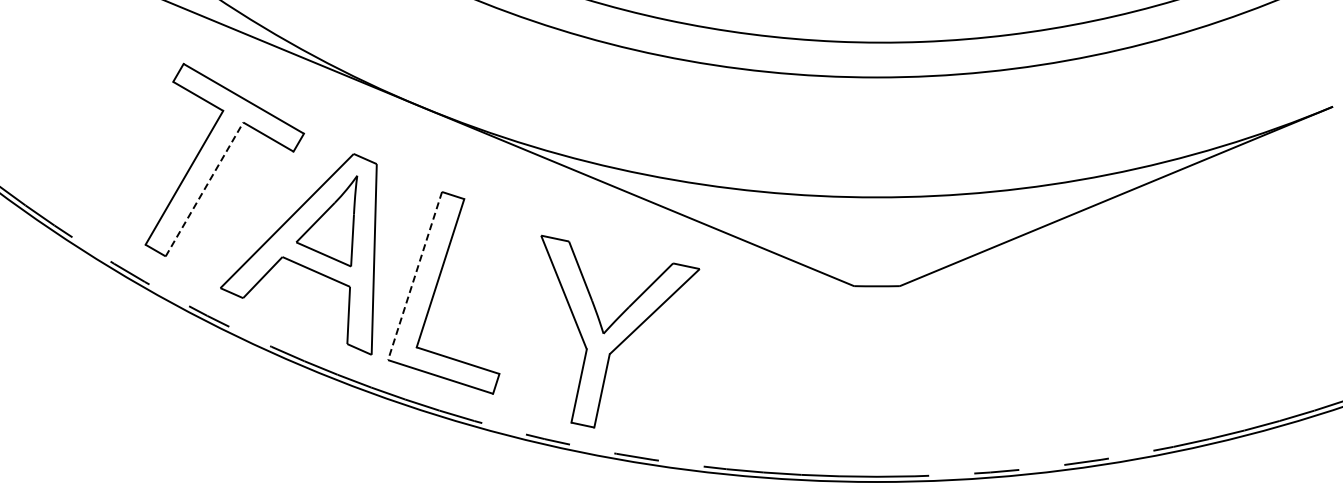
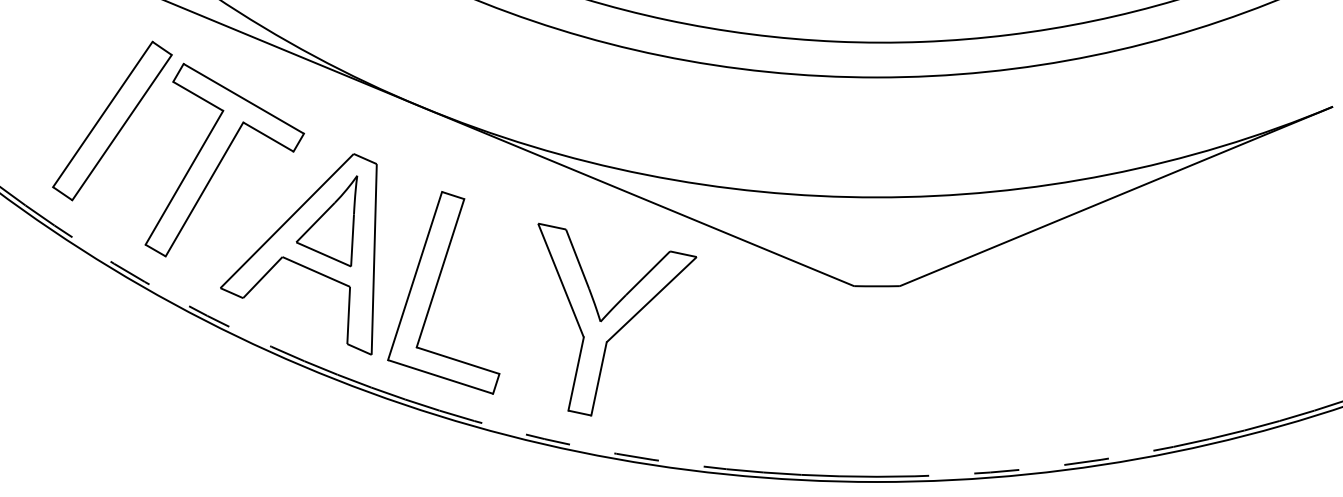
part at (112, 120): none -> present
line at (204, 189): dashed -> solid
line at (414, 276): dashed -> solid
part at (620, 331) position: (620, 331) -> (617, 319)
